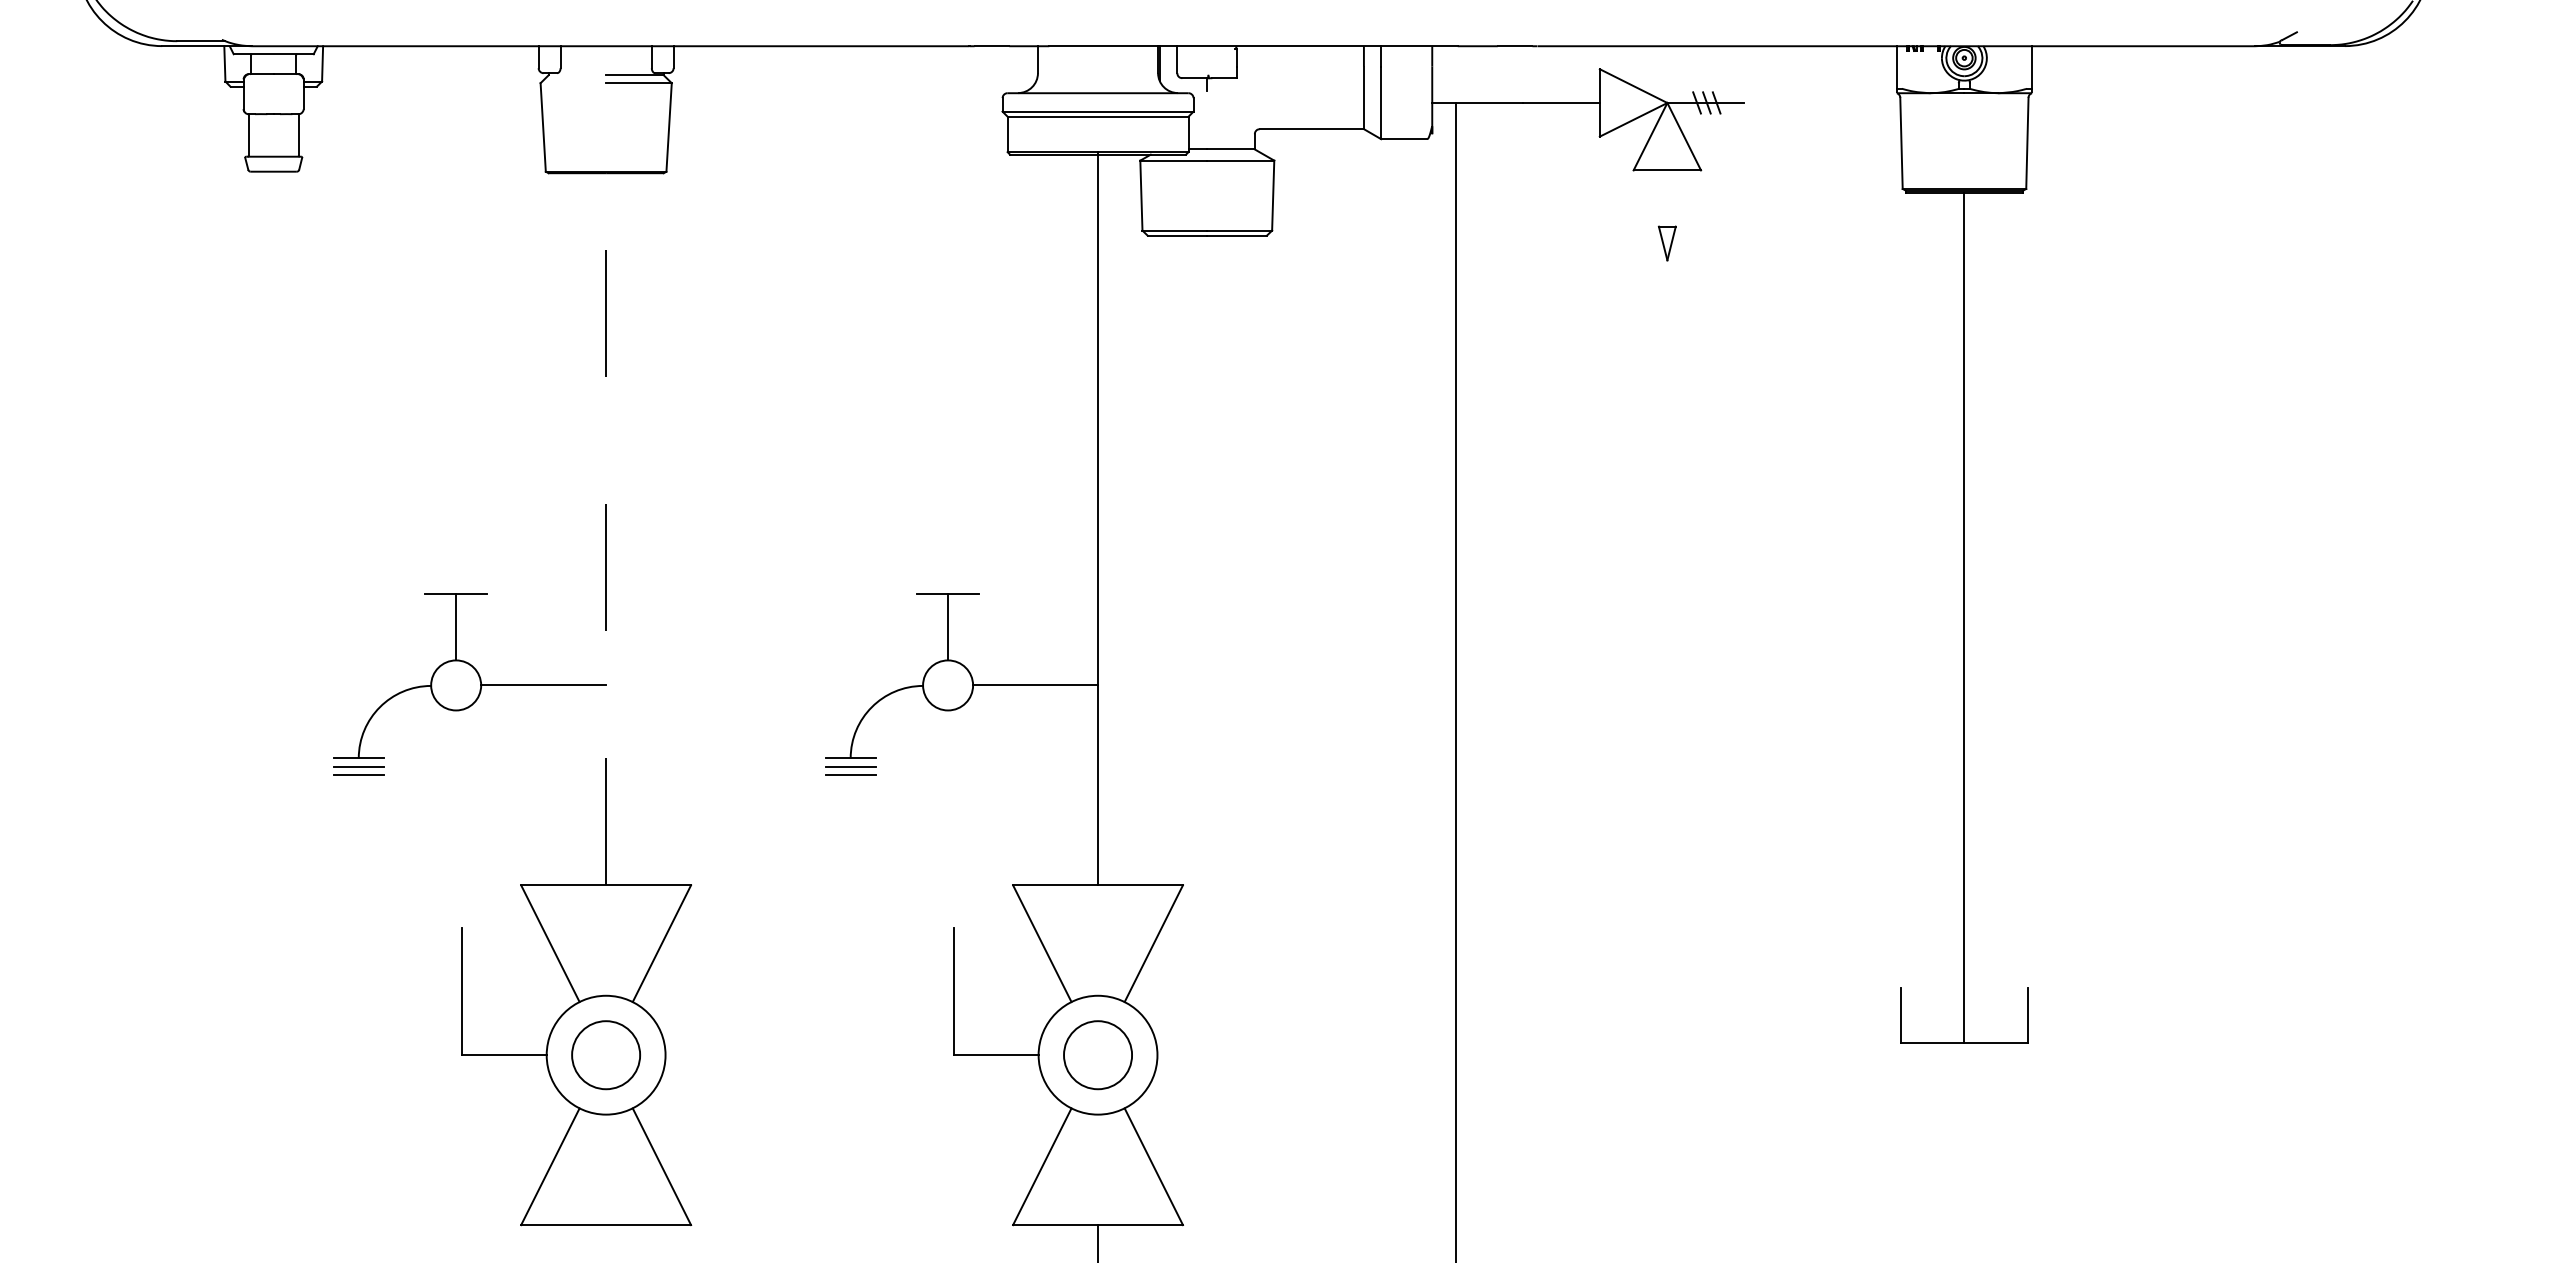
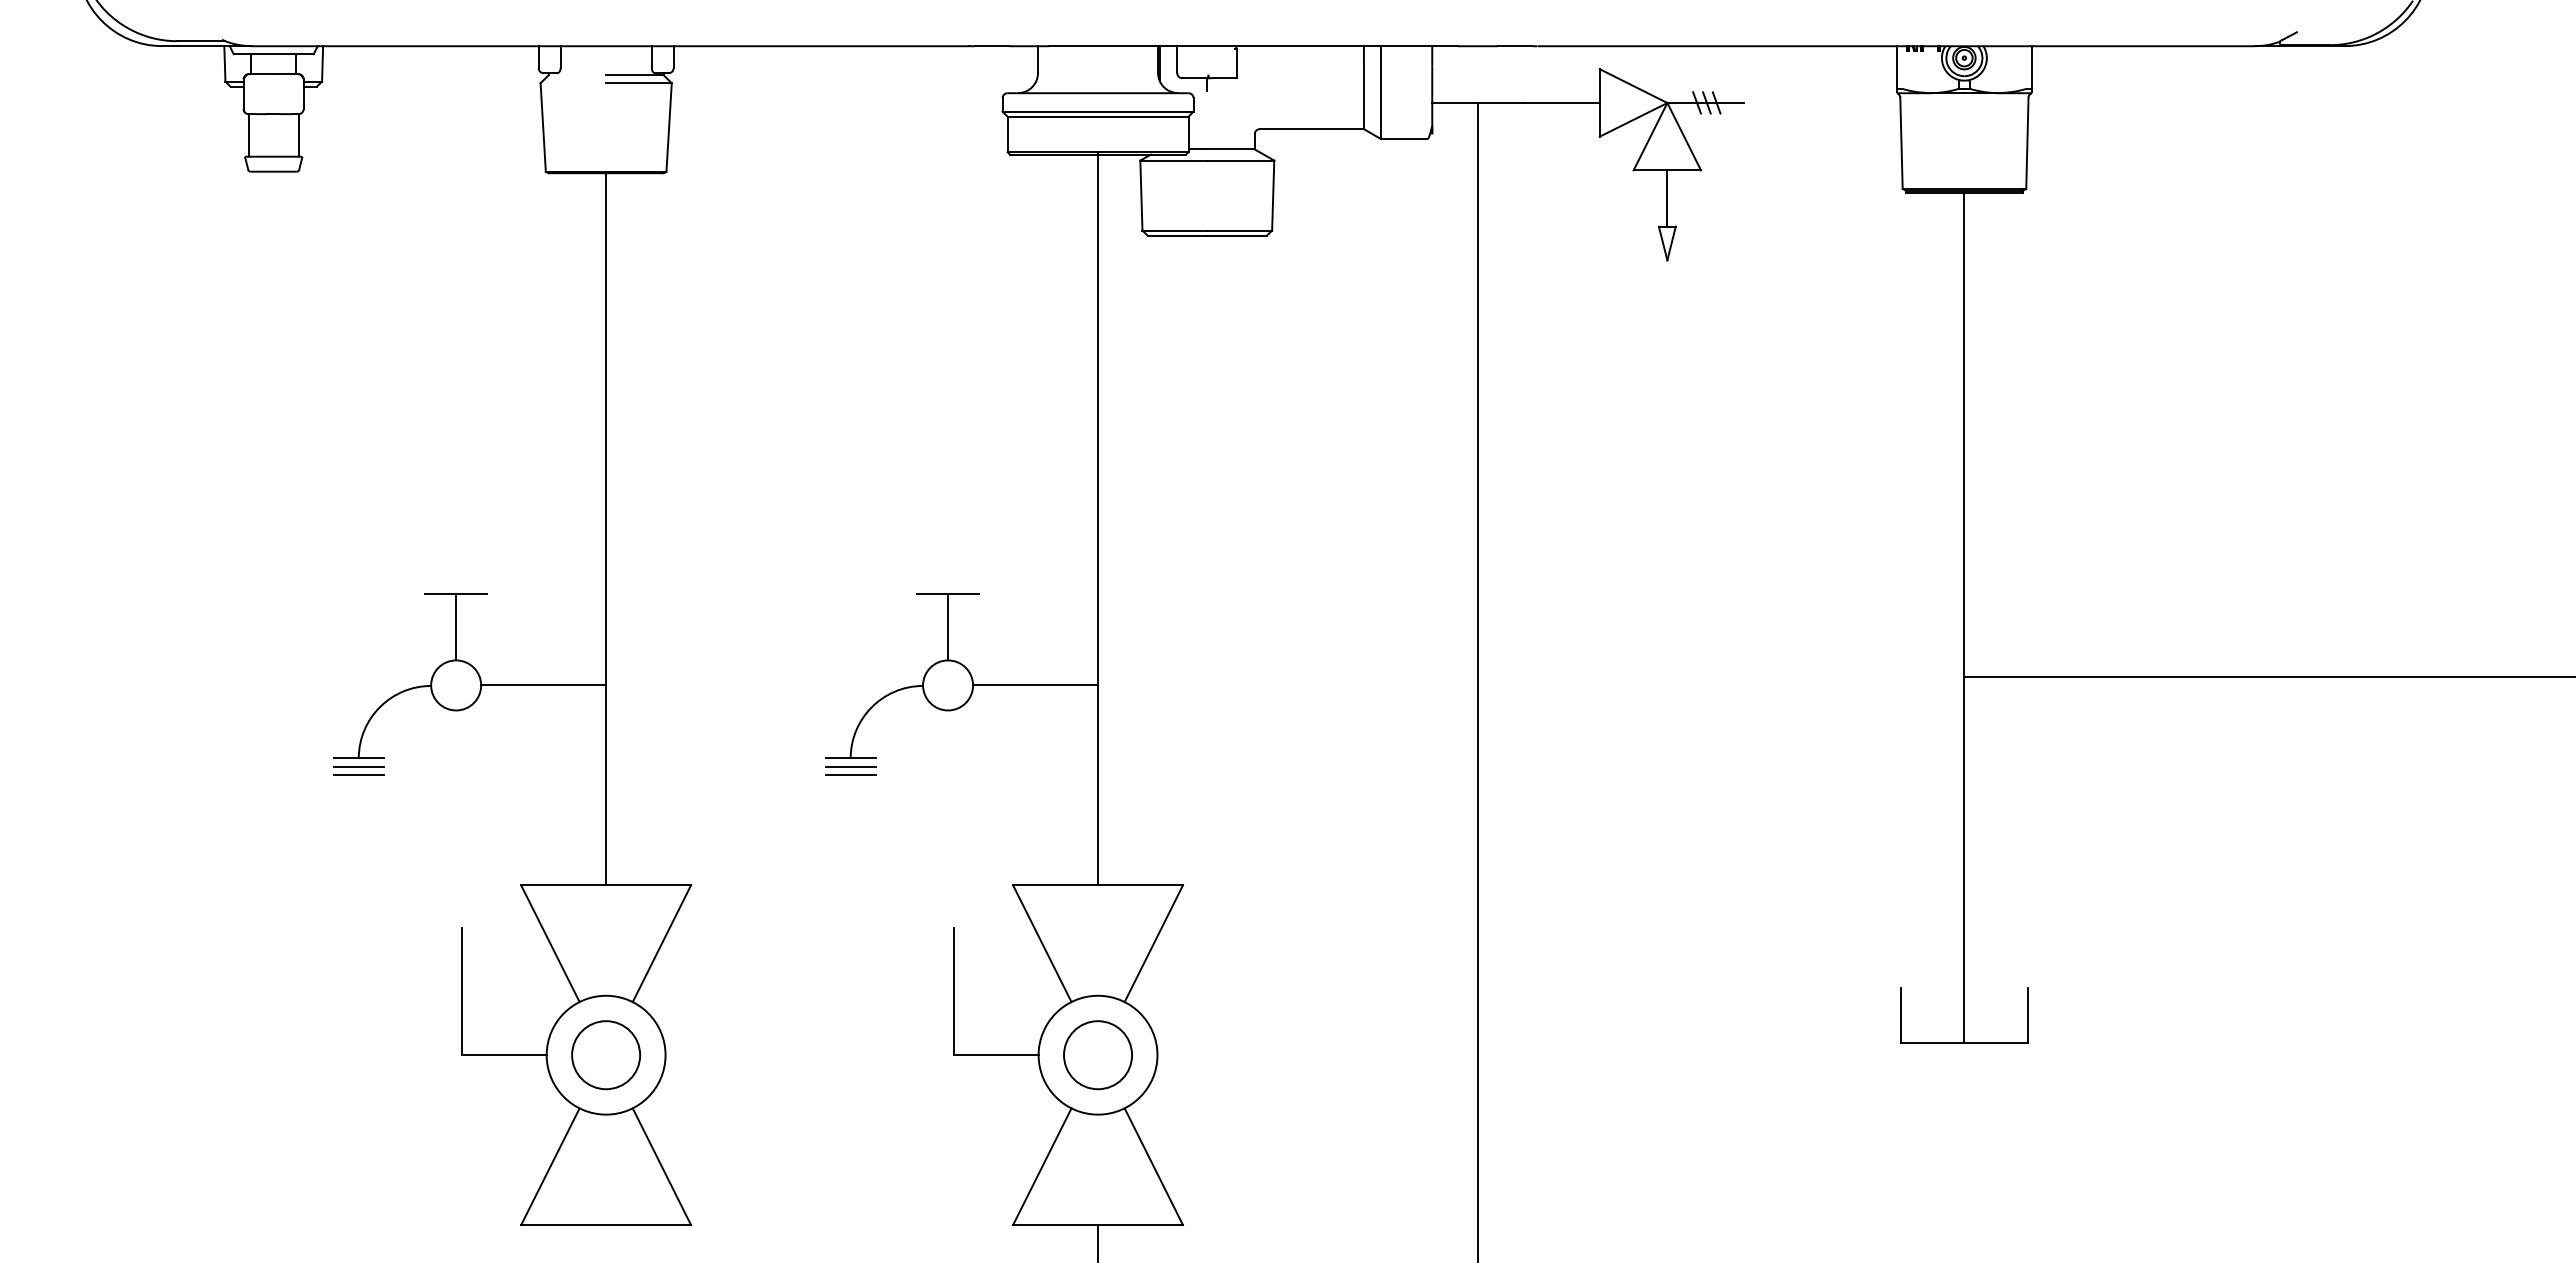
line at (1667, 198): none -> present
line at (606, 528): dashed -> solid
line at (2268, 677): none -> present
line at (1455, 681) position: (1455, 681) -> (1477, 681)
